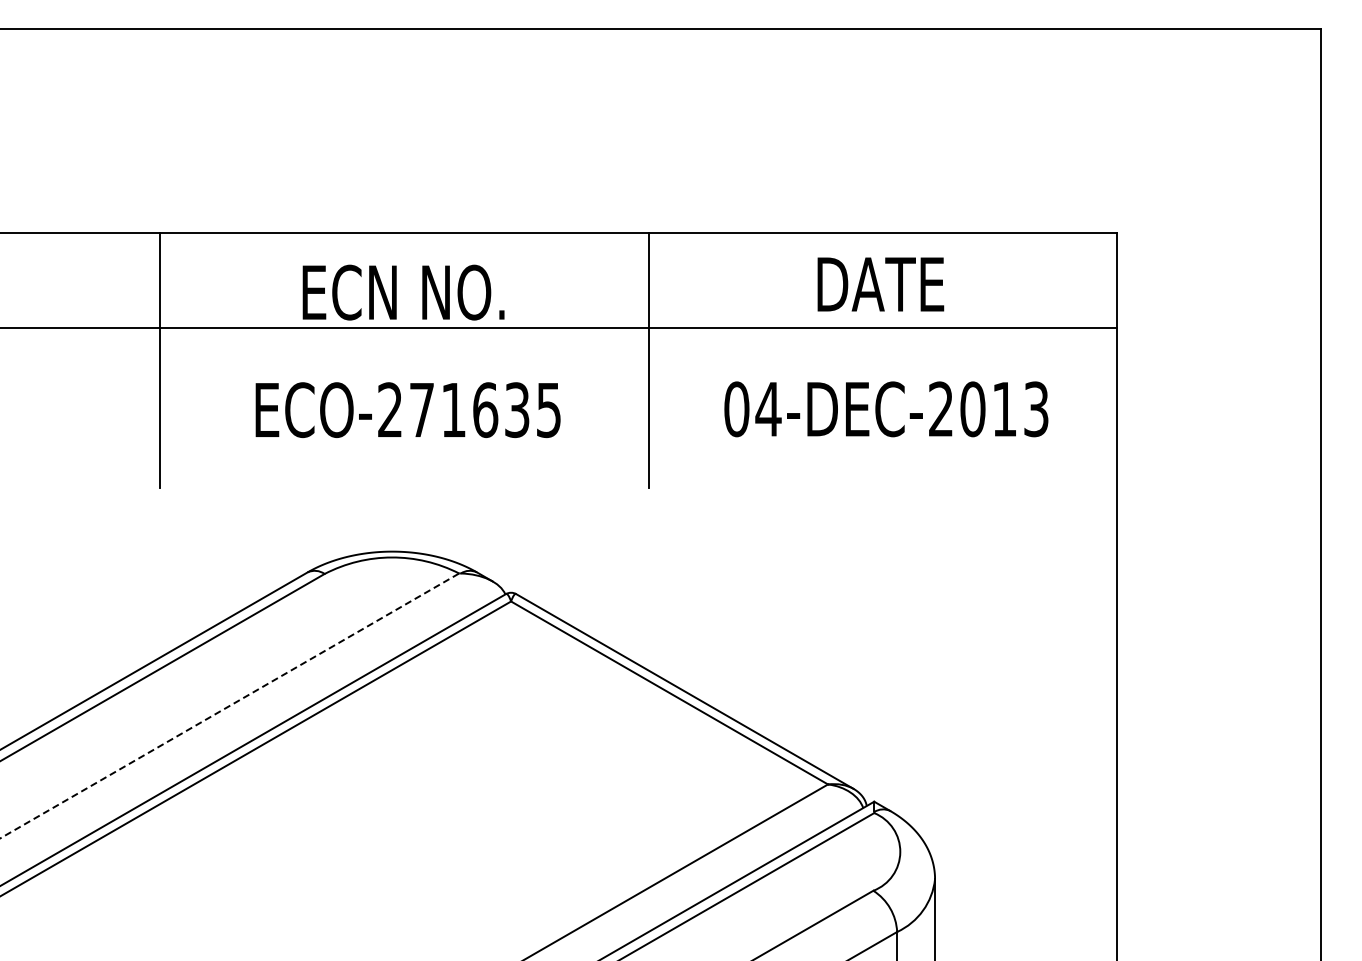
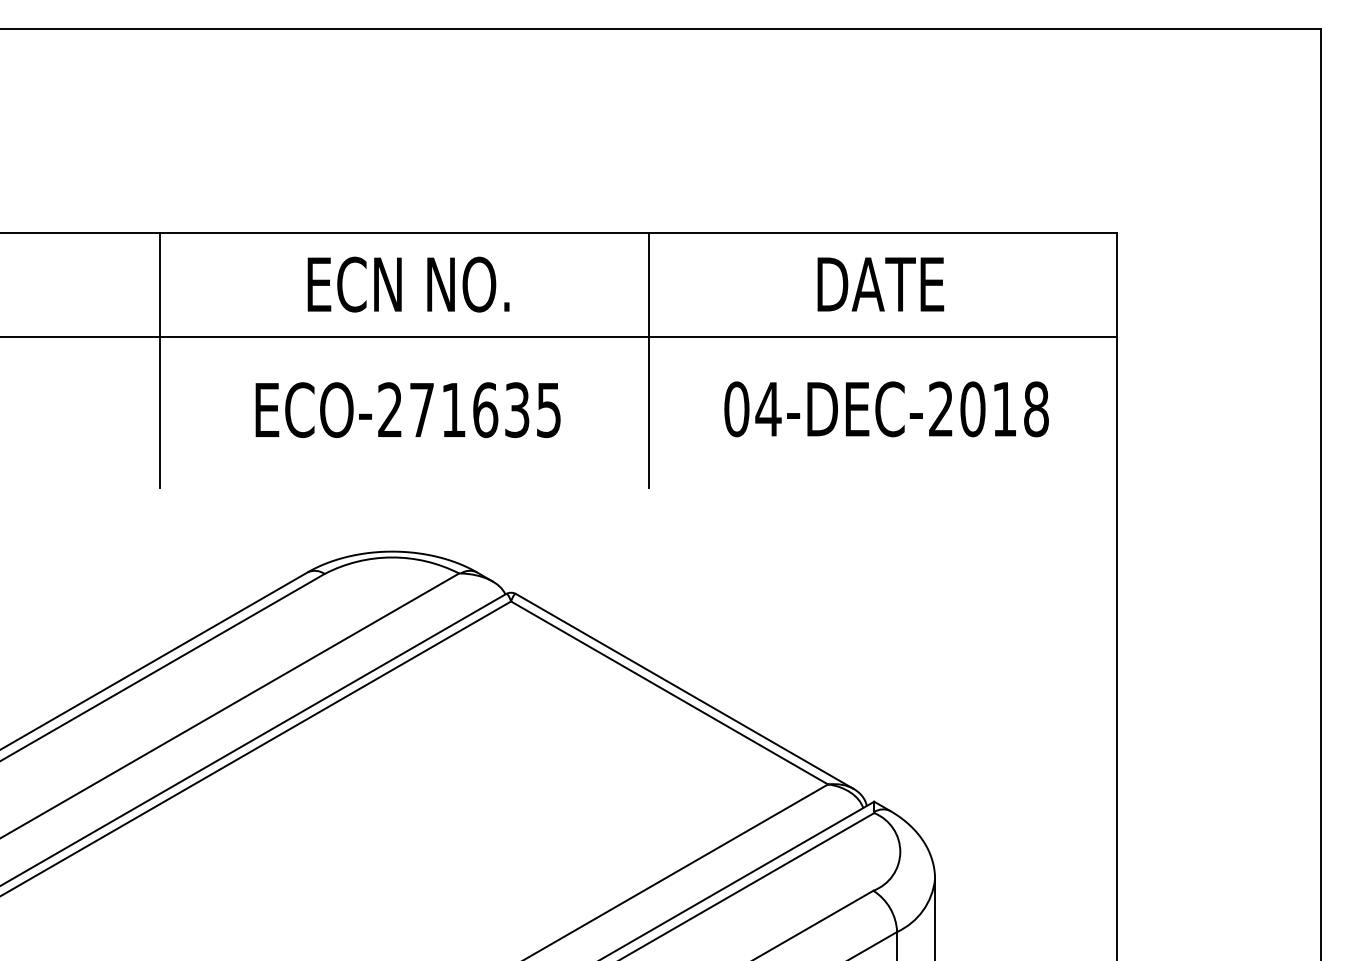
text at (403, 292) position: (403, 292) -> (408, 284)
line at (559, 327) position: (559, 327) -> (559, 336)
text at (1036, 409): 04-DEC-2013 -> 04-DEC-2018
line at (229, 705): dashed -> solid
